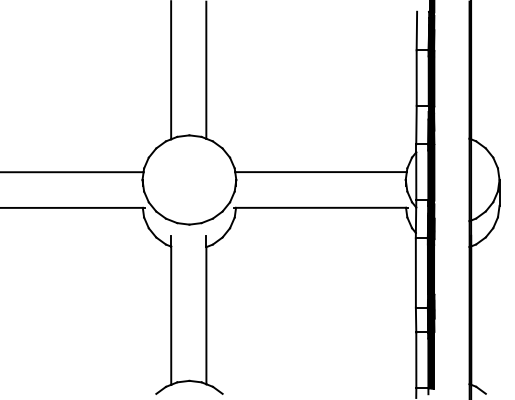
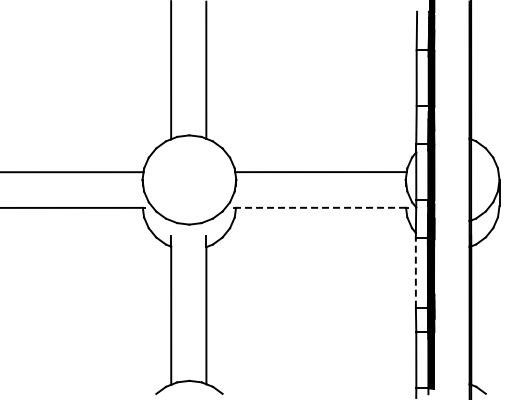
line at (321, 207): solid -> dashed
line at (415, 273): solid -> dashed
